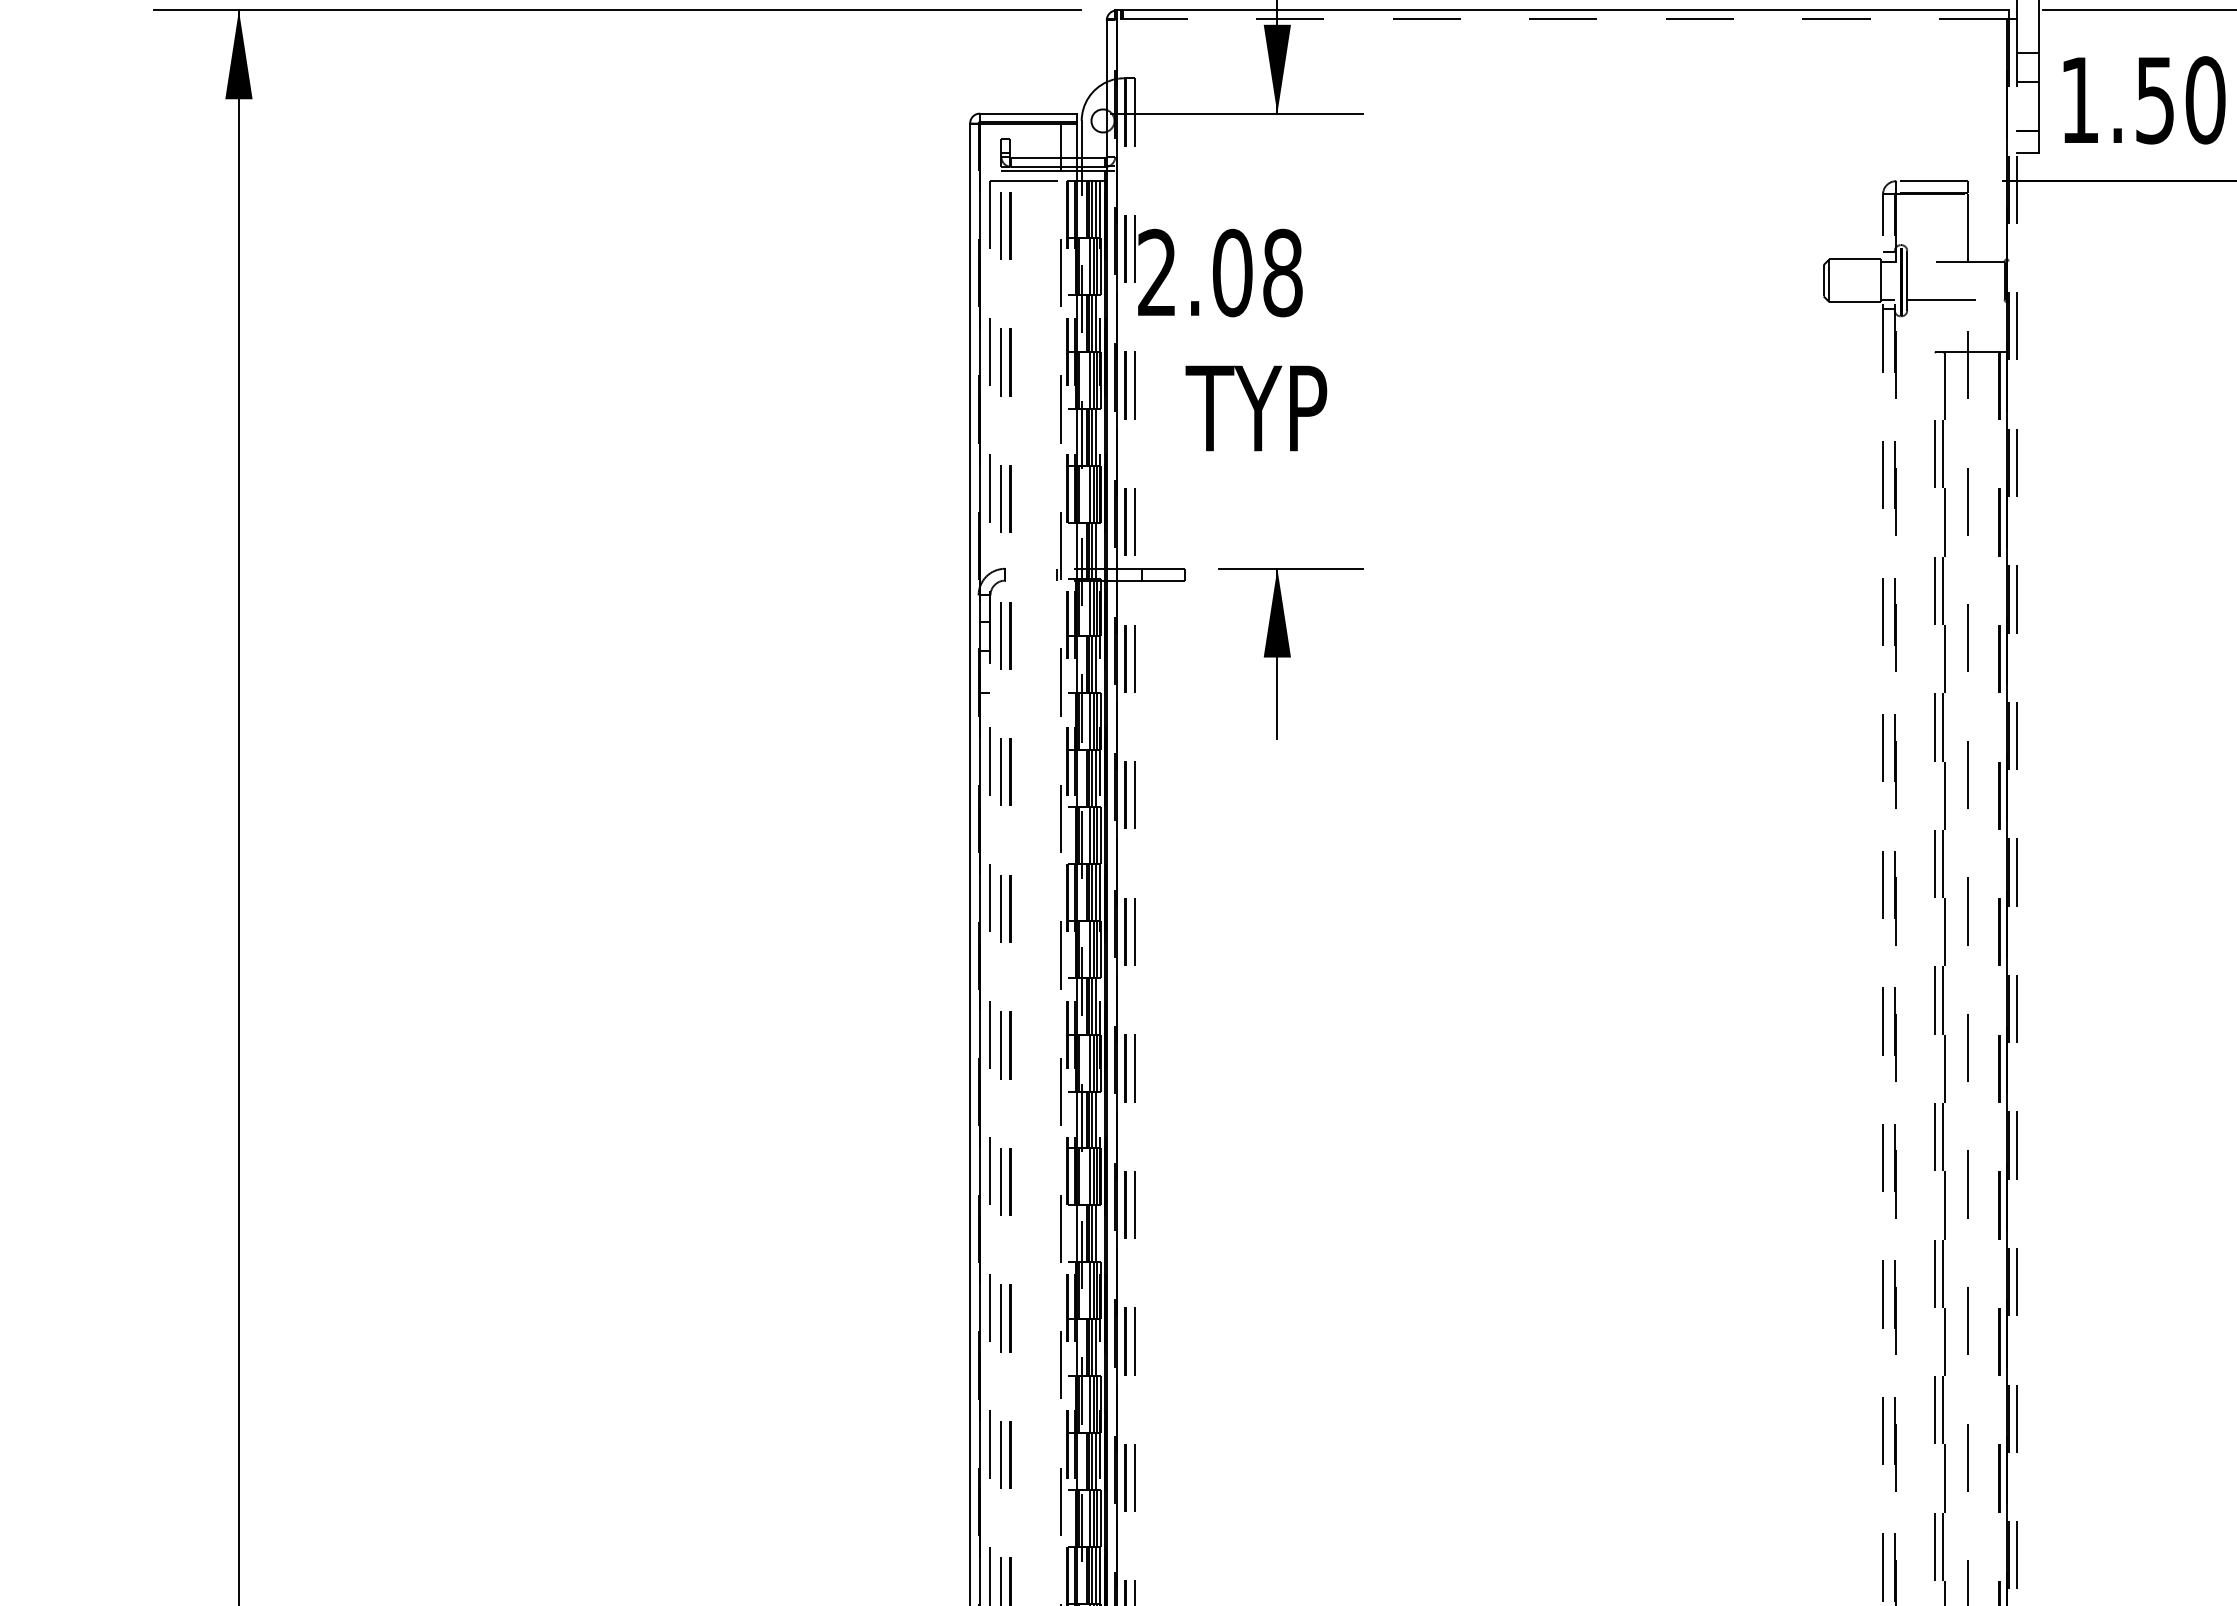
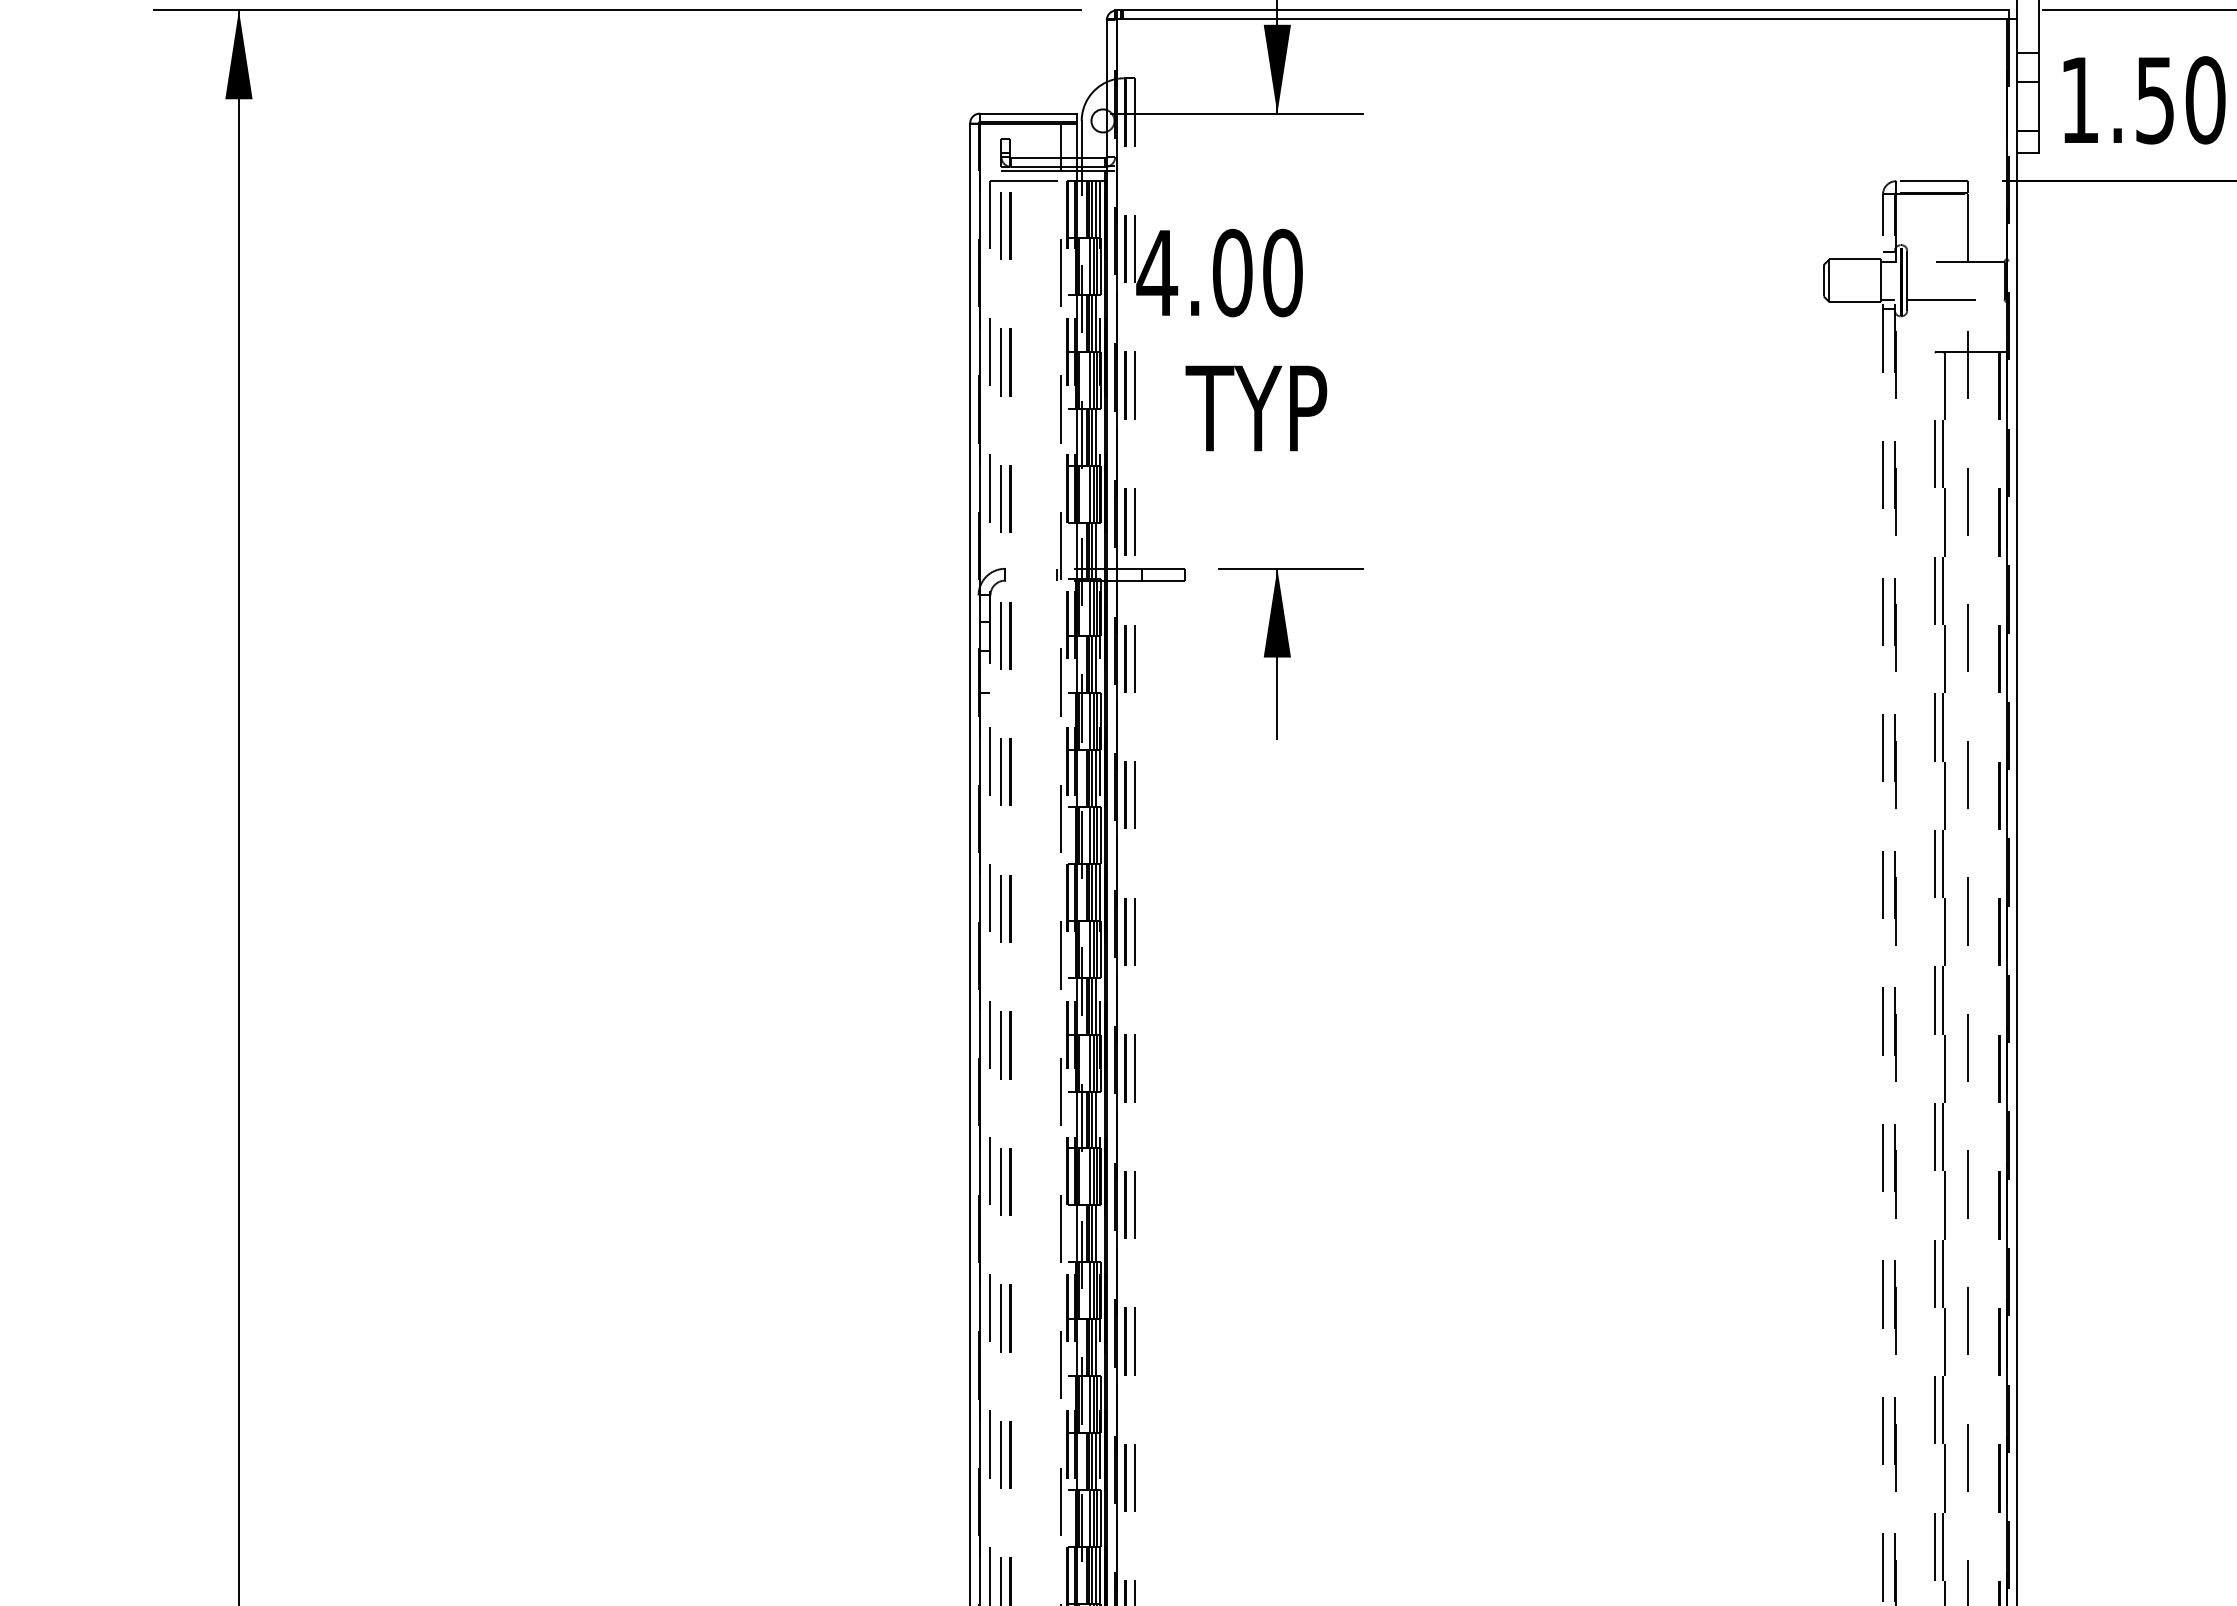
line at (1561, 18): dashed -> solid
text at (1219, 272): 2.08 -> 4.00
line at (2017, 812): dashed -> solid
